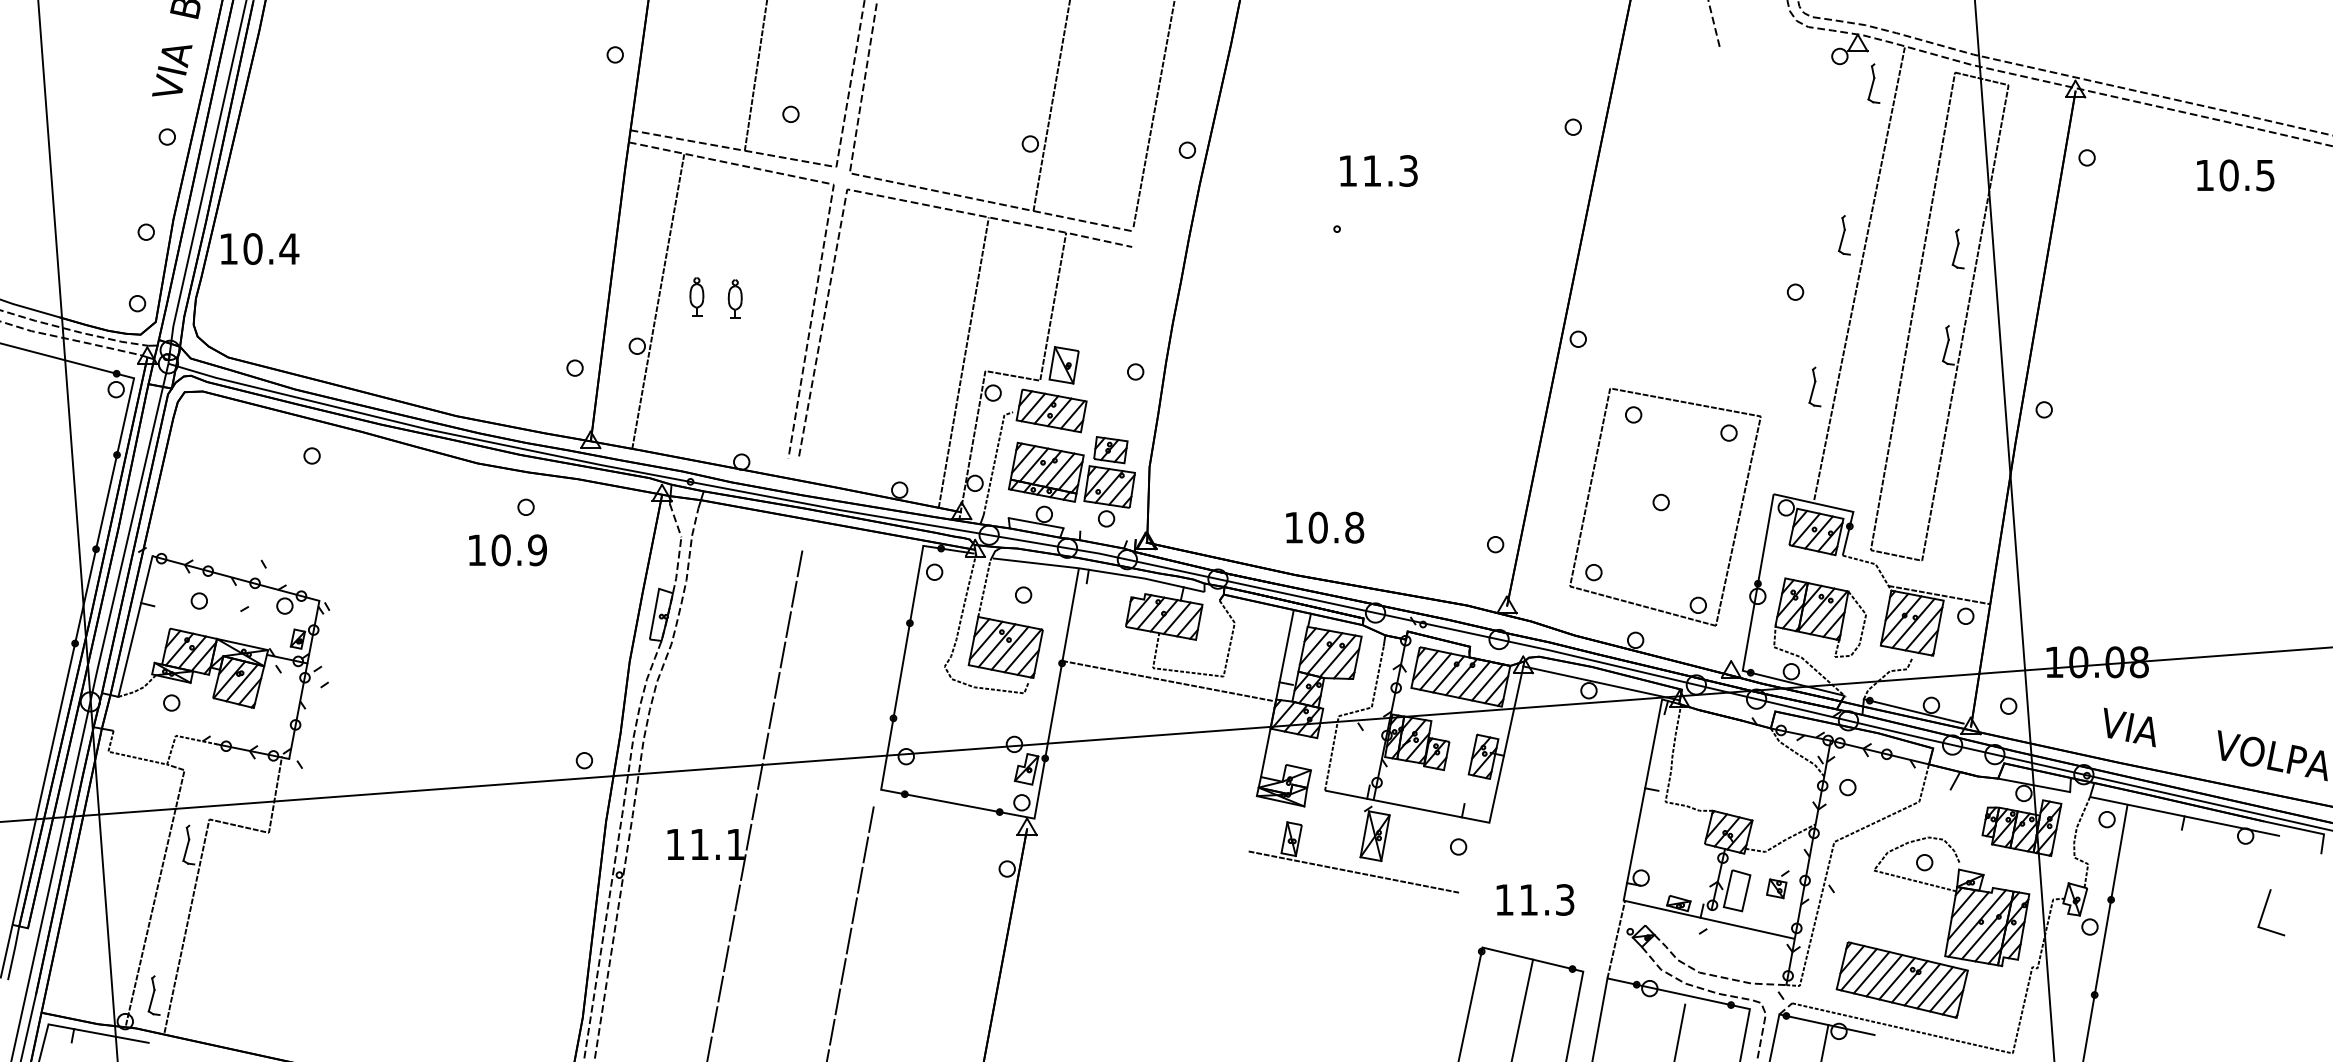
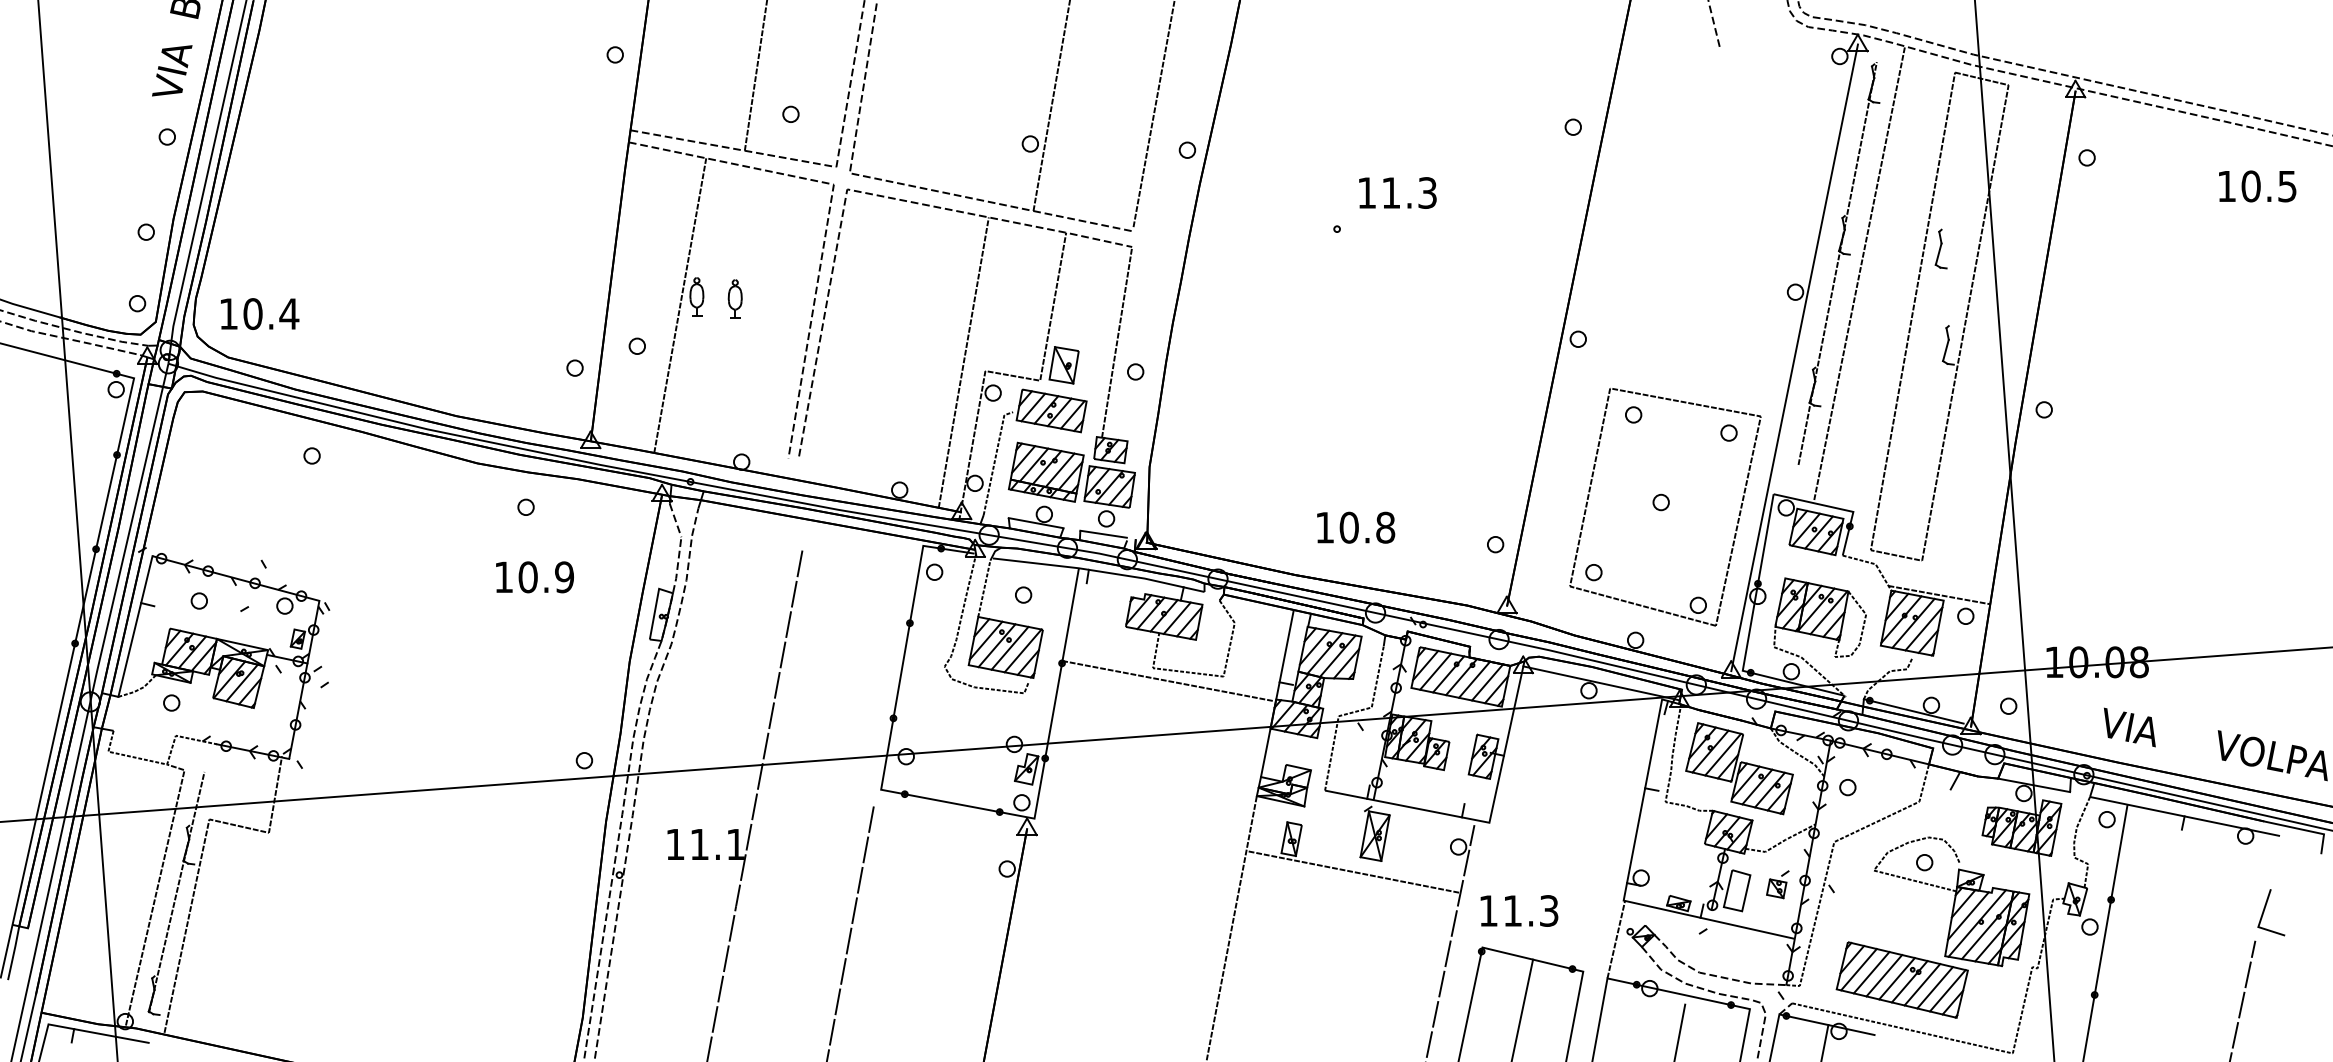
text at (1378, 170) position: (1378, 170) -> (1397, 192)
text at (2235, 175) position: (2235, 175) -> (2257, 186)
text at (260, 248) position: (260, 248) -> (260, 313)
part at (1957, 248) position: (1957, 248) -> (1940, 248)
line at (1837, 263): none -> present
line at (658, 301) position: (658, 301) -> (680, 305)
line at (1117, 342): none -> present
line at (1794, 357): none -> present
text at (1325, 527) position: (1325, 527) -> (1356, 527)
line at (1103, 533): none -> present
text at (507, 550) position: (507, 550) -> (534, 577)
part at (1739, 768): none -> present
line at (176, 892): none -> present
text at (1535, 899) position: (1535, 899) -> (1519, 910)
line at (1231, 927): none -> present
line at (1450, 941): none -> present
line at (2242, 999): none -> present
